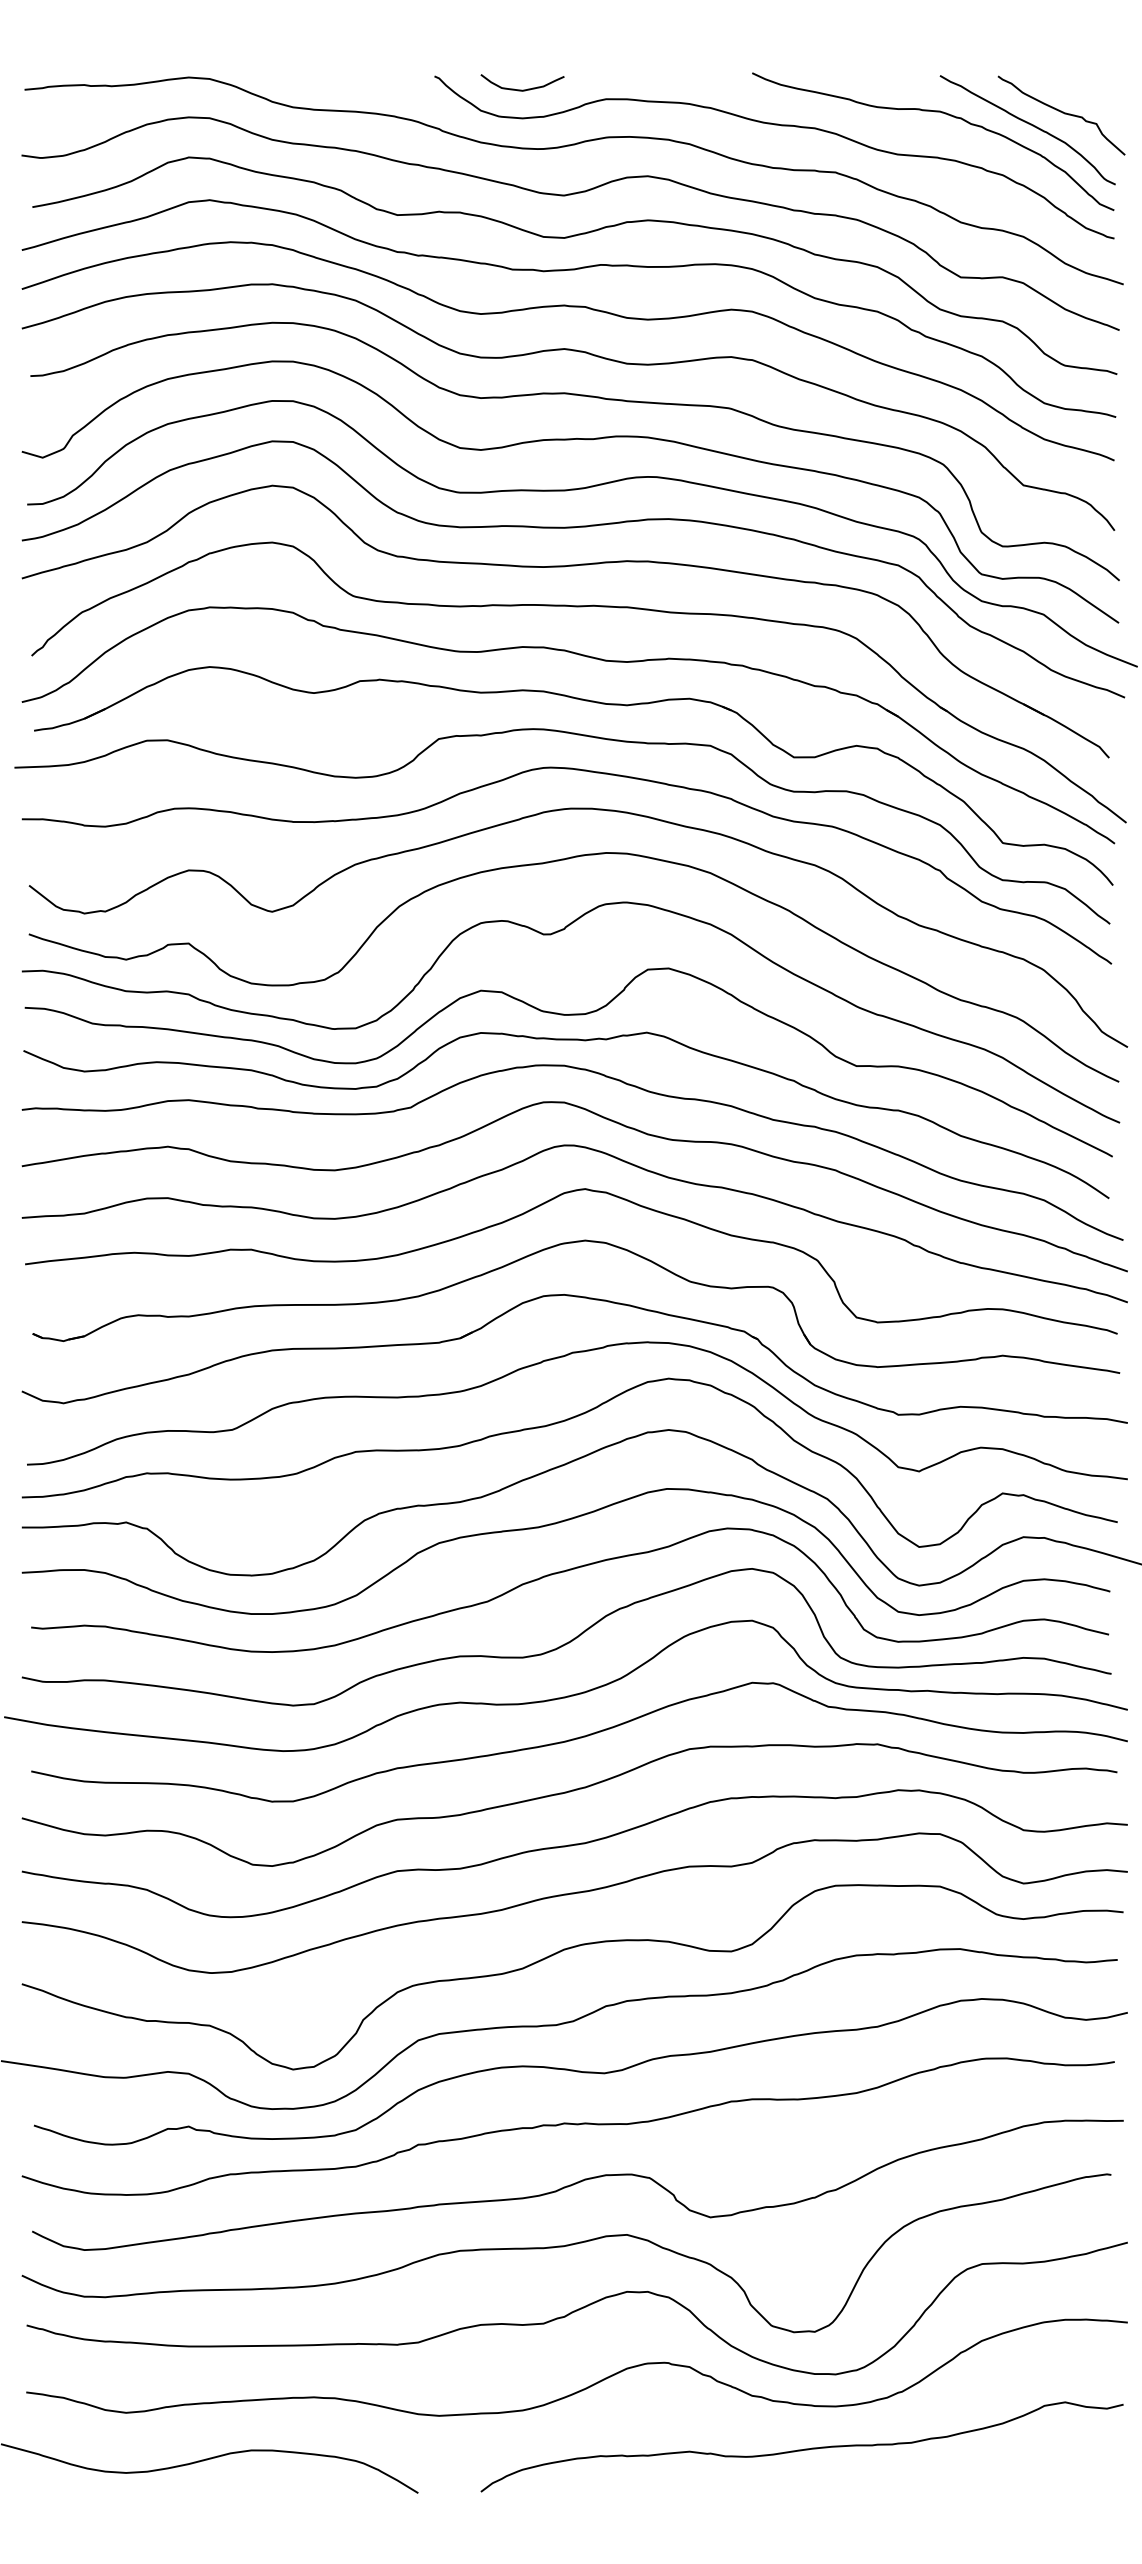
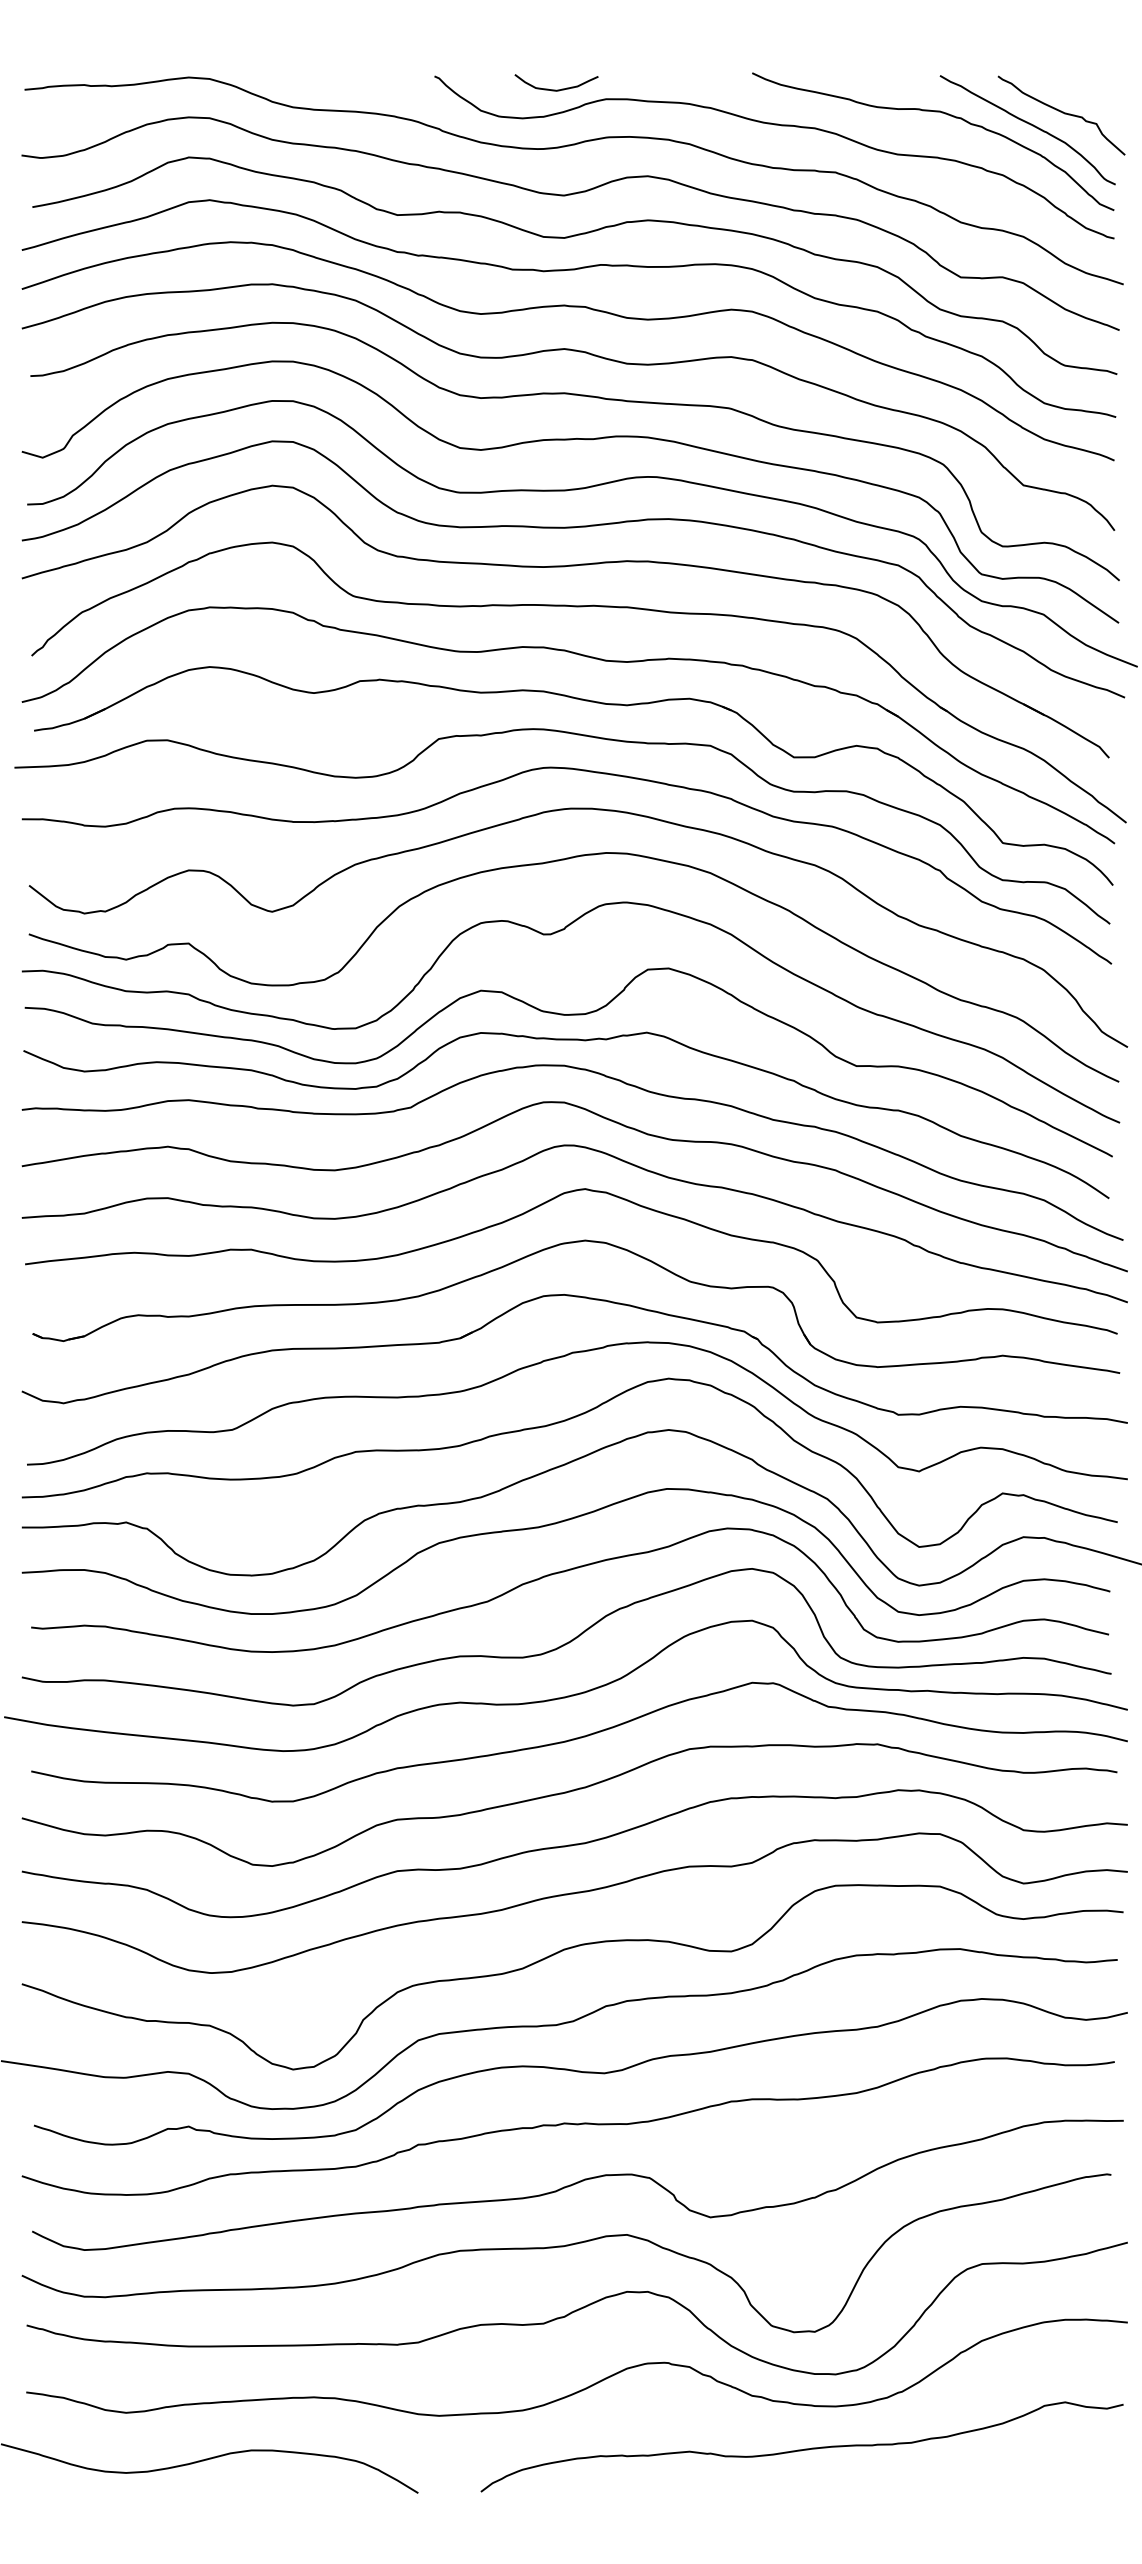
curve at (522, 89) position: (522, 89) -> (556, 89)
